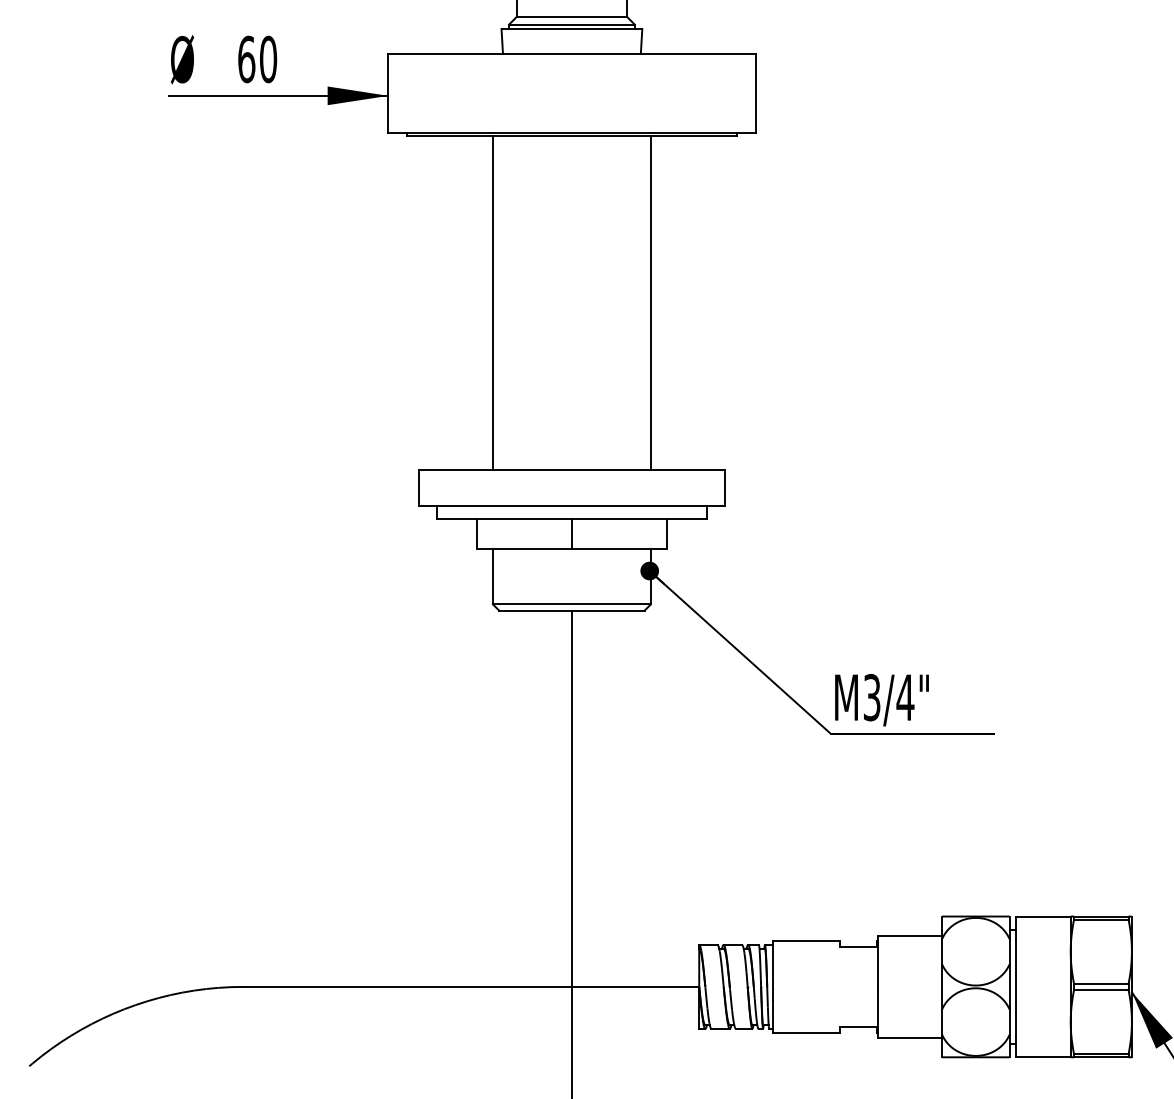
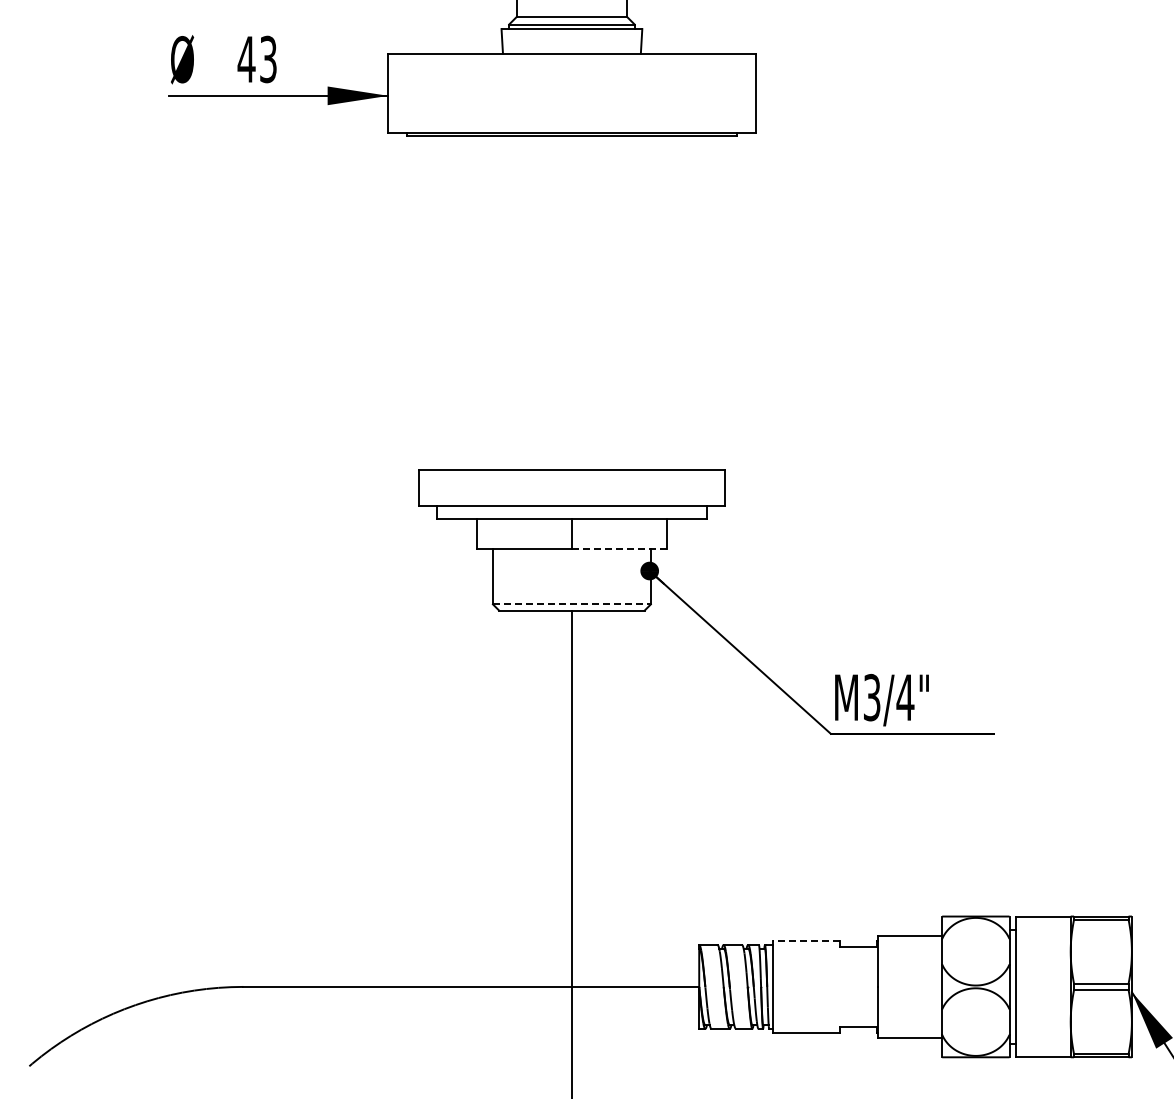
text at (257, 59): 60 -> 43
line at (492, 302): present -> none
line at (650, 302): present -> none
line at (618, 549): solid -> dashed
line at (571, 604): solid -> dashed
line at (806, 941): solid -> dashed
